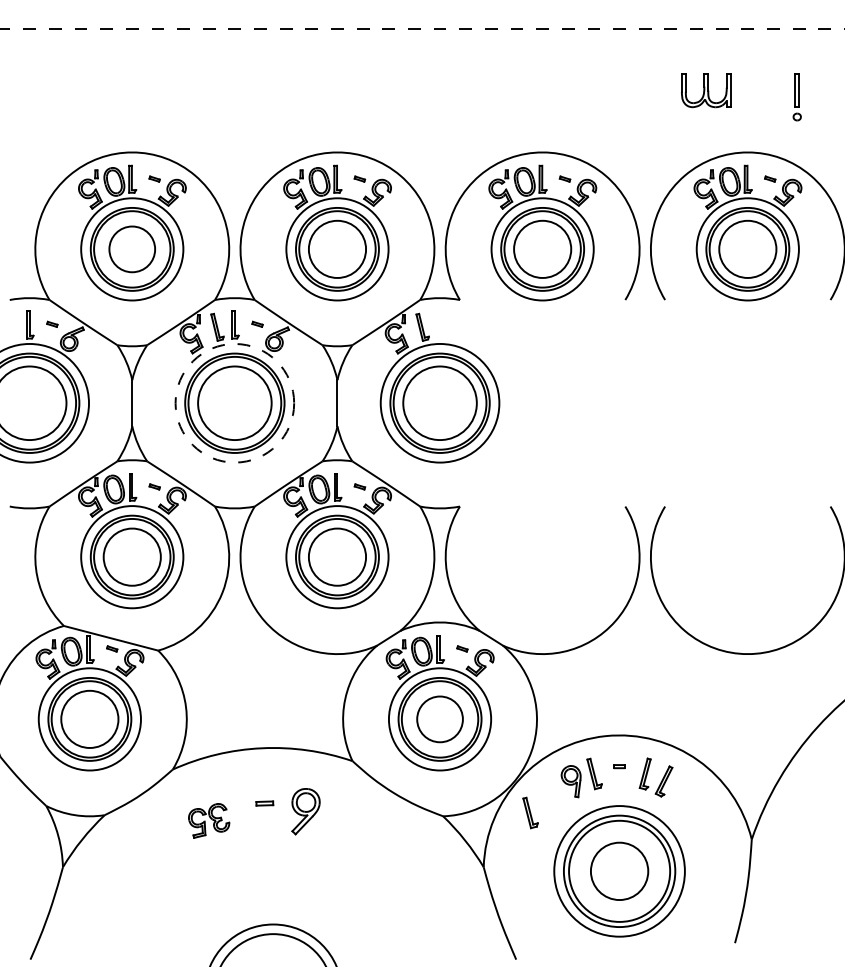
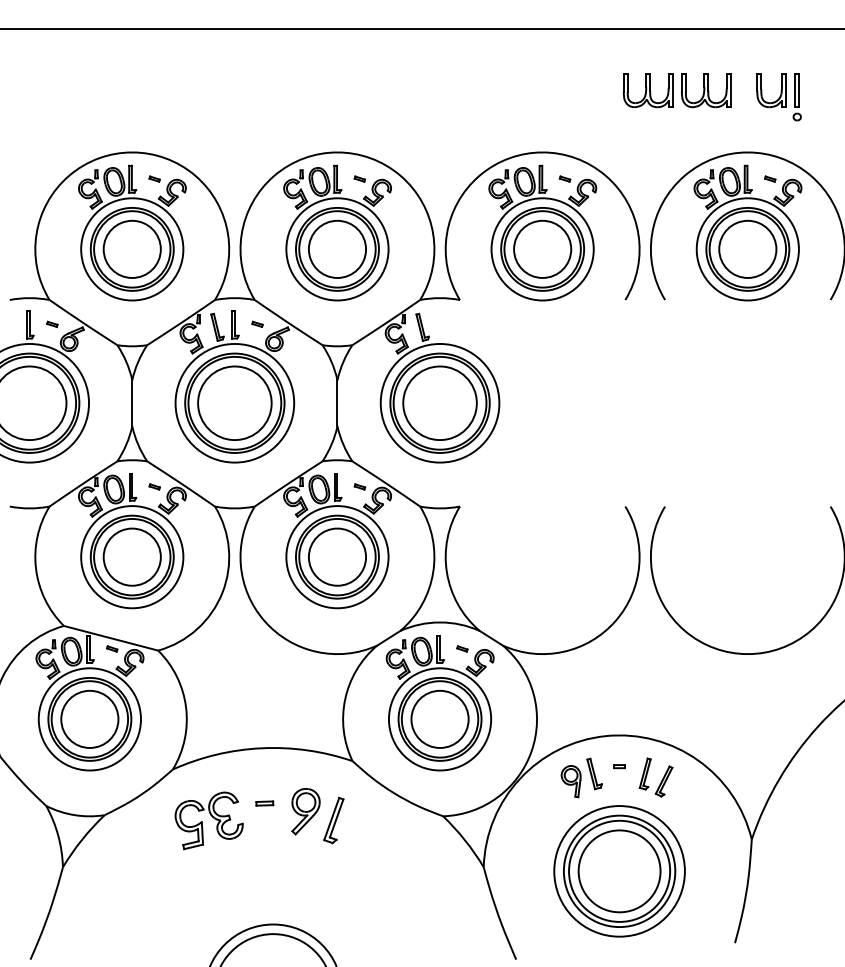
line at (421, 29): dashed -> solid
part at (647, 90): none -> present
part at (762, 90): none -> present
circle at (132, 249) diameter: 46 px -> 57 px
circle at (234, 402): dashed -> solid
circle at (439, 719) diameter: 46 px -> 57 px
part at (530, 812): present -> none
part at (209, 820) size: 43x36 px -> 70x60 px
part at (333, 820): none -> present
circle at (619, 871) diameter: 57 px -> 82 px
